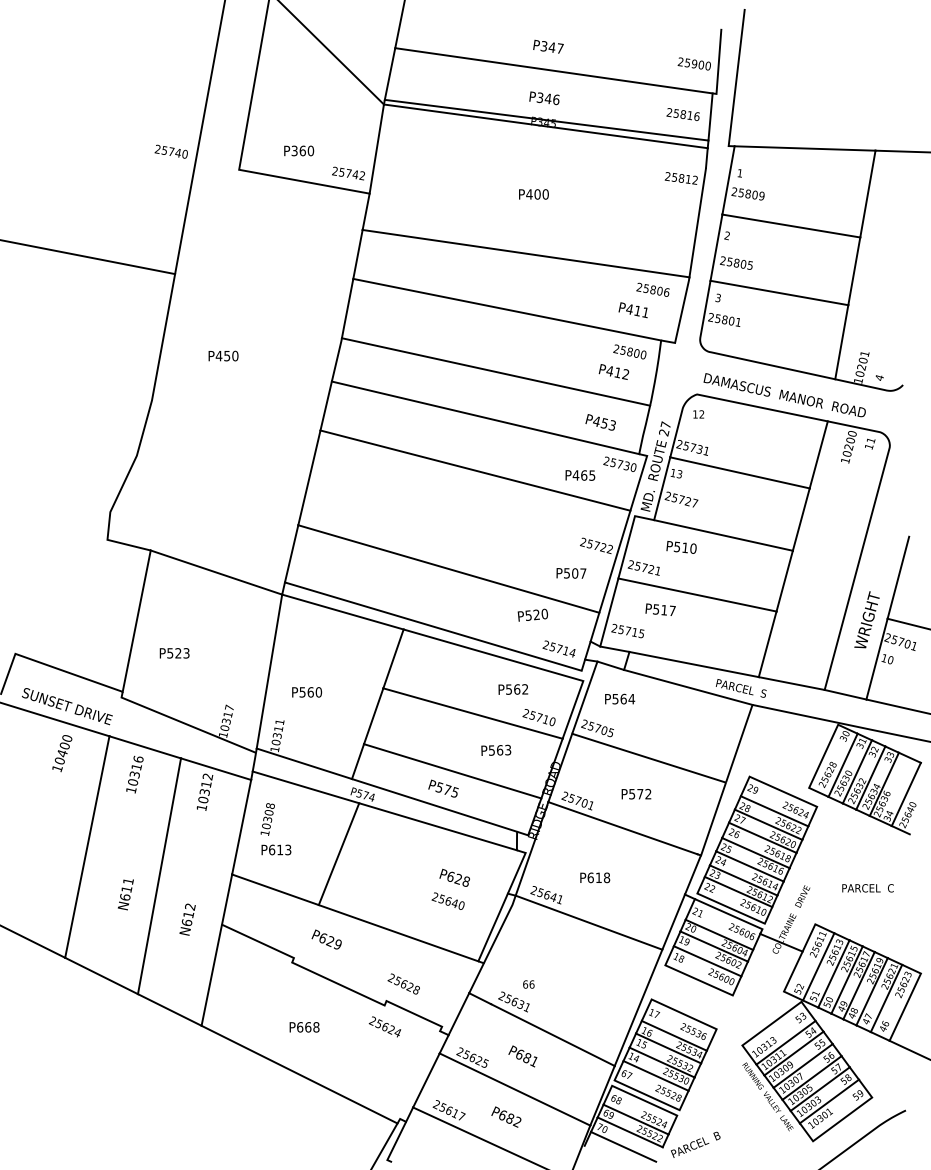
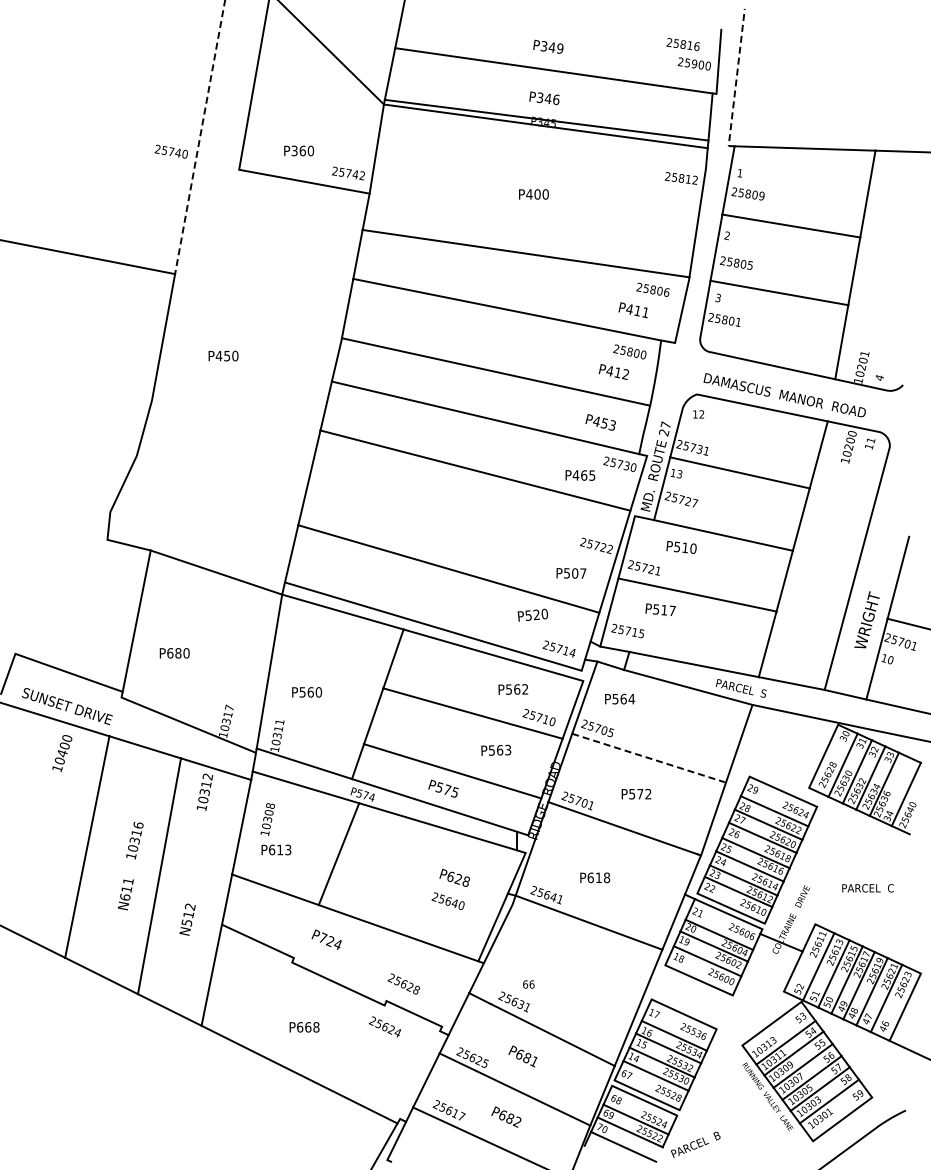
text at (560, 48): P347 -> P349
line at (736, 80): solid -> dashed
text at (682, 114) position: (682, 114) -> (682, 44)
line at (200, 137): solid -> dashed
text at (178, 653): P523 -> P680
line at (650, 758): solid -> dashed
text at (134, 774) position: (134, 774) -> (134, 840)
text at (186, 922): N612 -> N512
text at (330, 940): P629 -> P724
